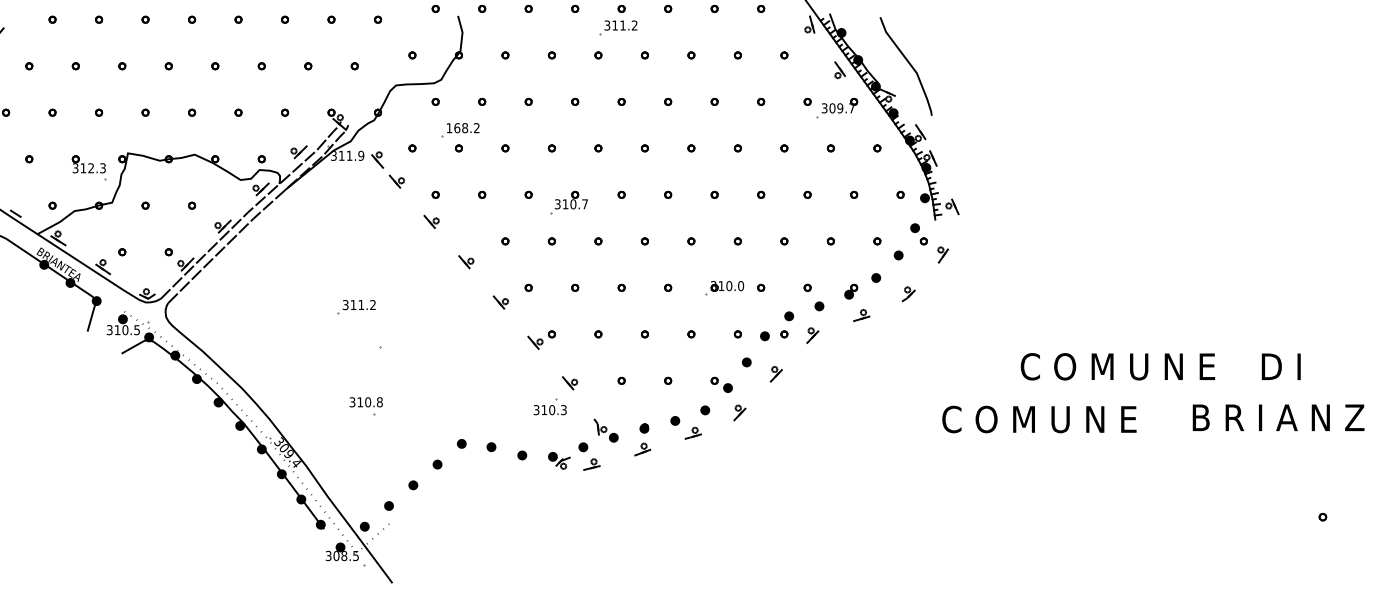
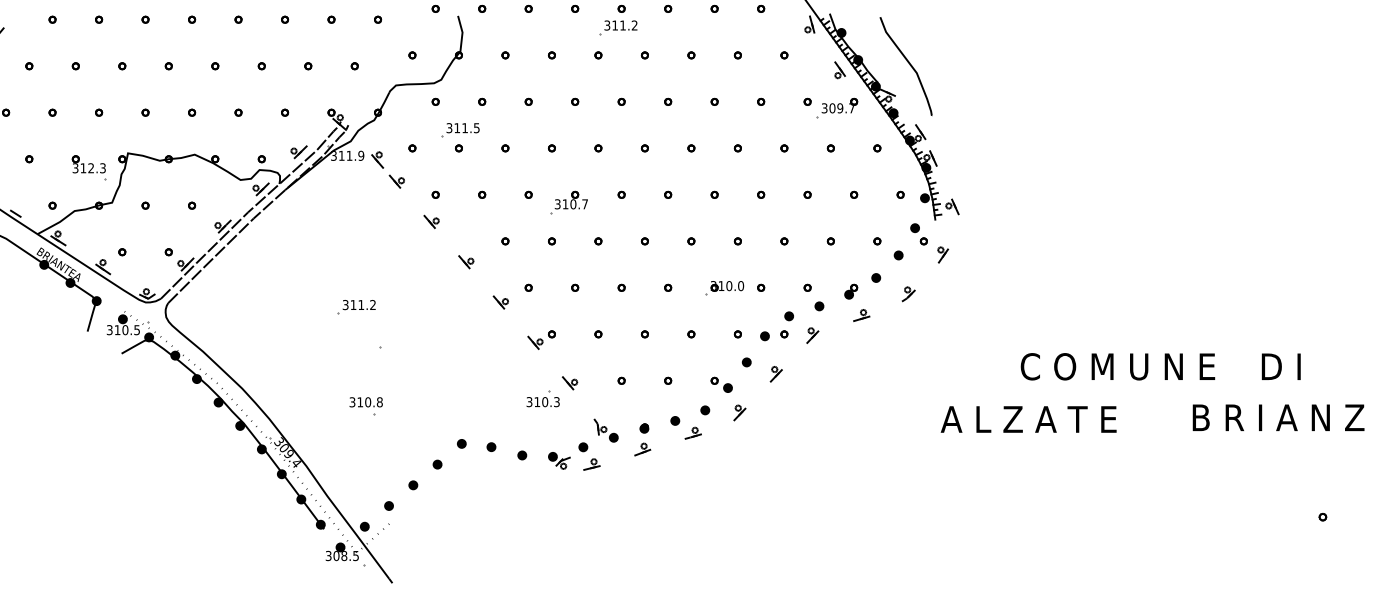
text at (462, 128): 168.2 -> 311.5
part at (549, 406) position: (549, 406) -> (542, 398)
text at (1038, 419): C O M U N E -> A L Z A T E
